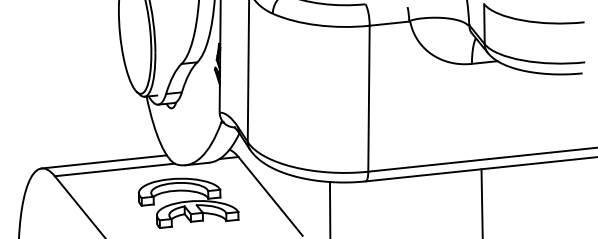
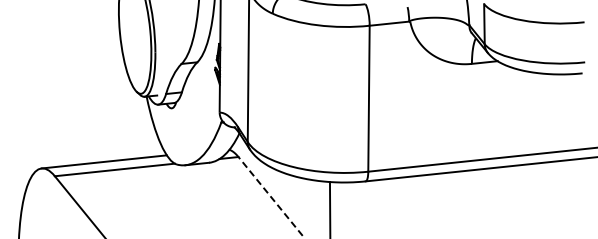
line at (270, 196): solid -> dashed
part at (188, 202): present -> none
line at (481, 202): present -> none
